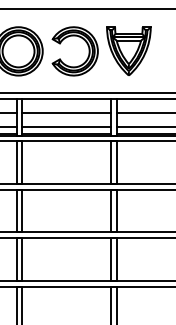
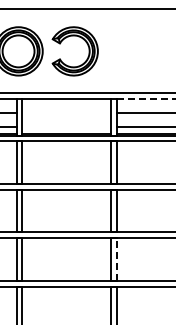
part at (128, 50): present -> none
line at (146, 99): solid -> dashed
line at (66, 112): present -> none
line at (66, 127): present -> none
line at (117, 258): solid -> dashed
